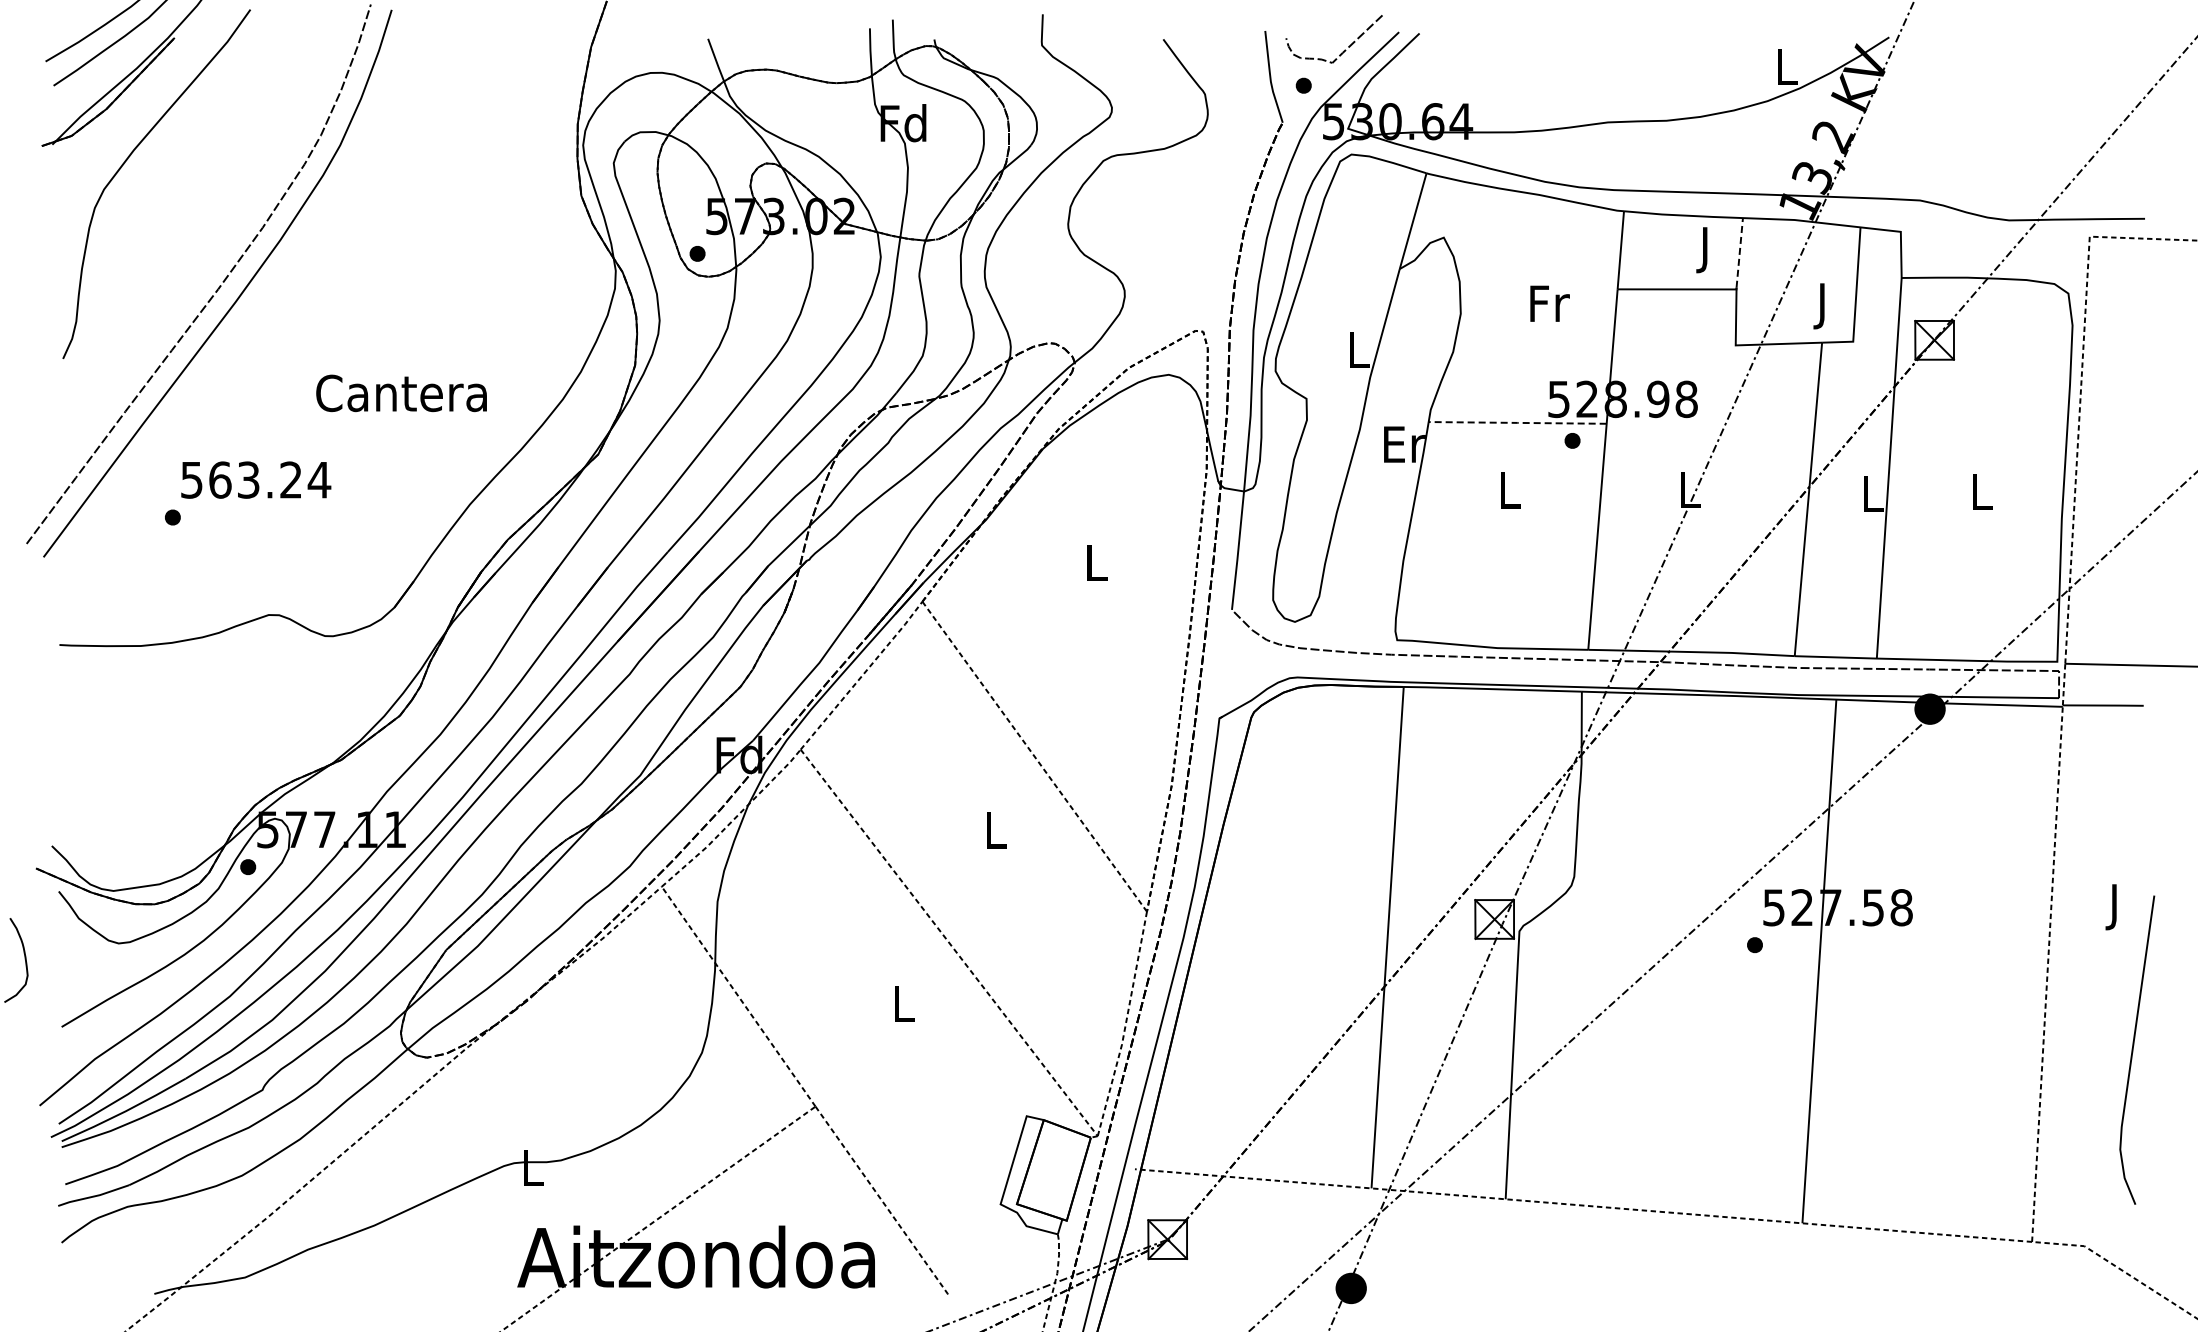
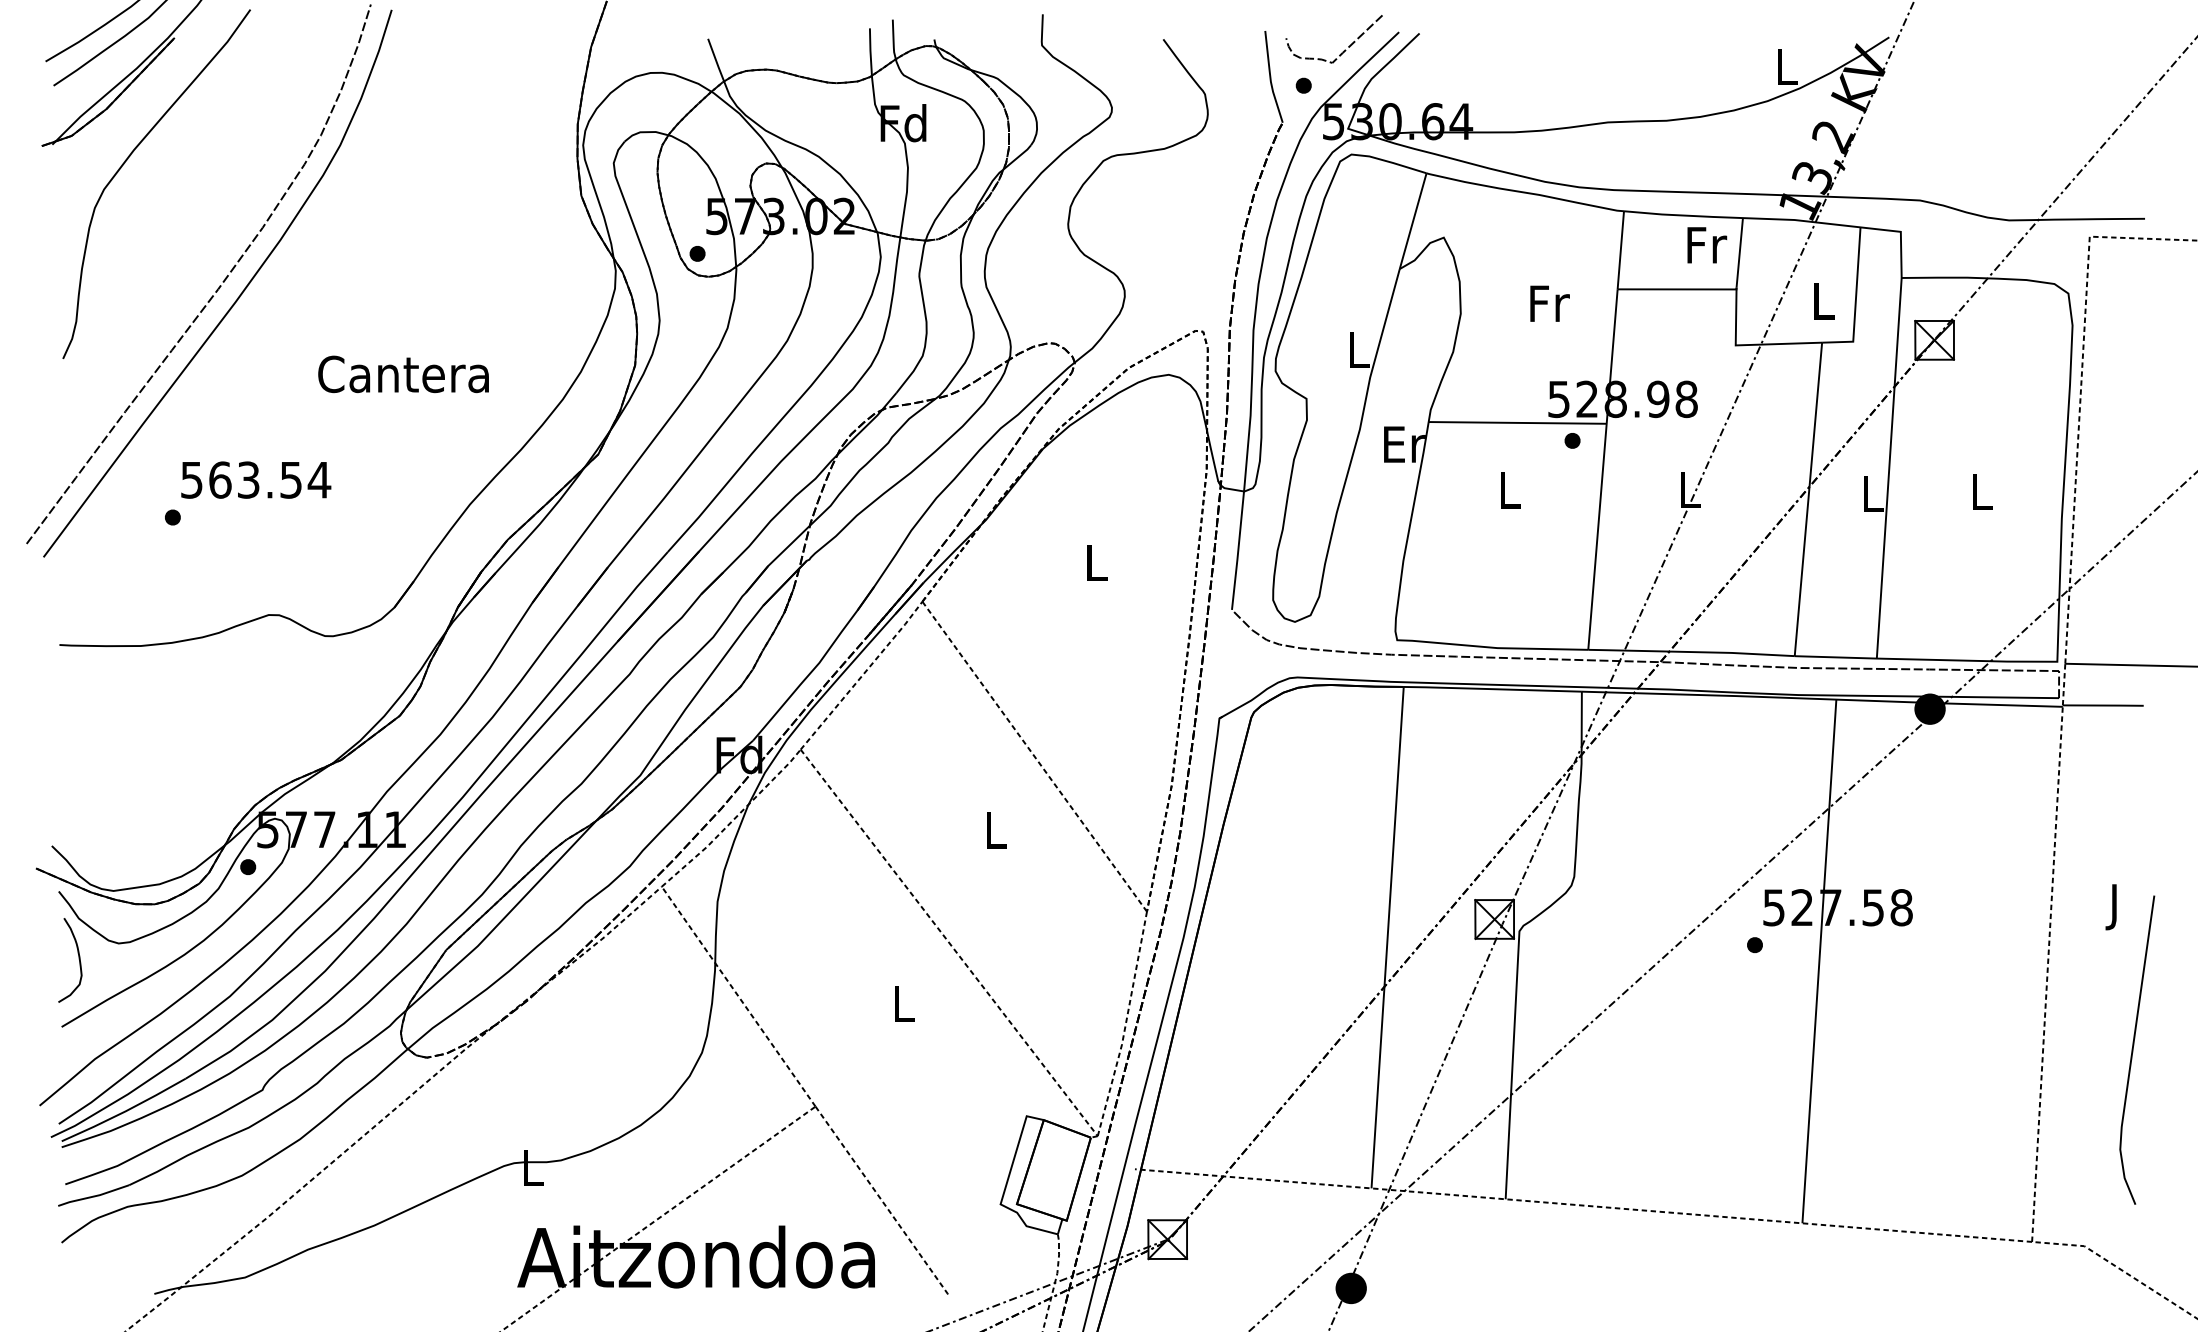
text at (1707, 250): J -> Fr
line at (1739, 252): dashed -> solid
text at (1823, 306): J -> L
text at (401, 393) position: (401, 393) -> (403, 374)
line at (1517, 422): dashed -> solid
text at (290, 479): 563.24 -> 563.54
curve at (24, 959) position: (24, 959) -> (78, 959)
